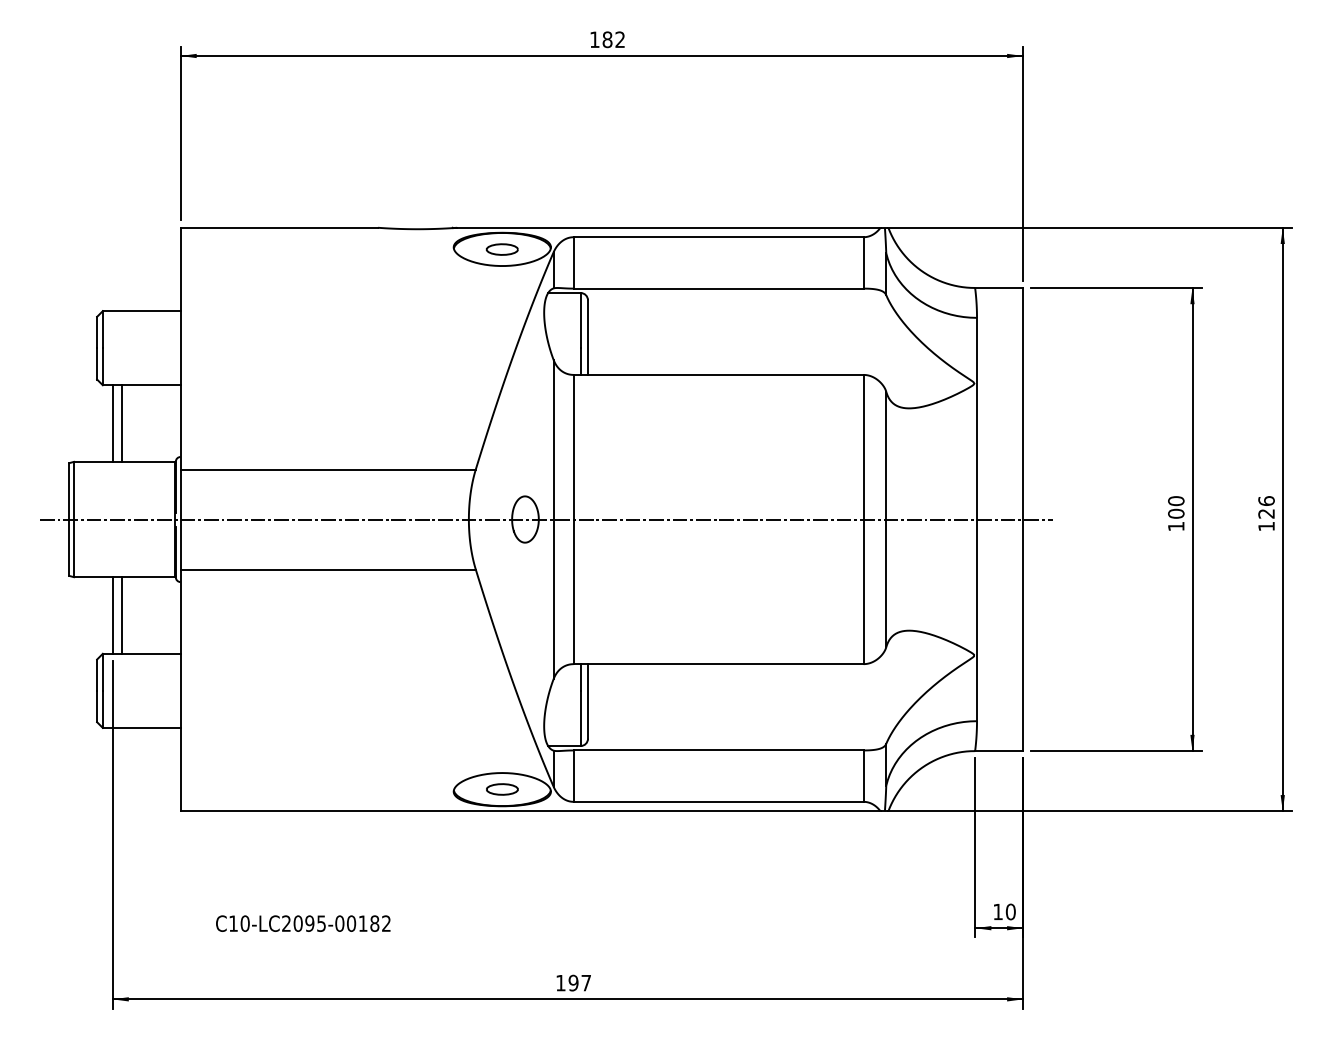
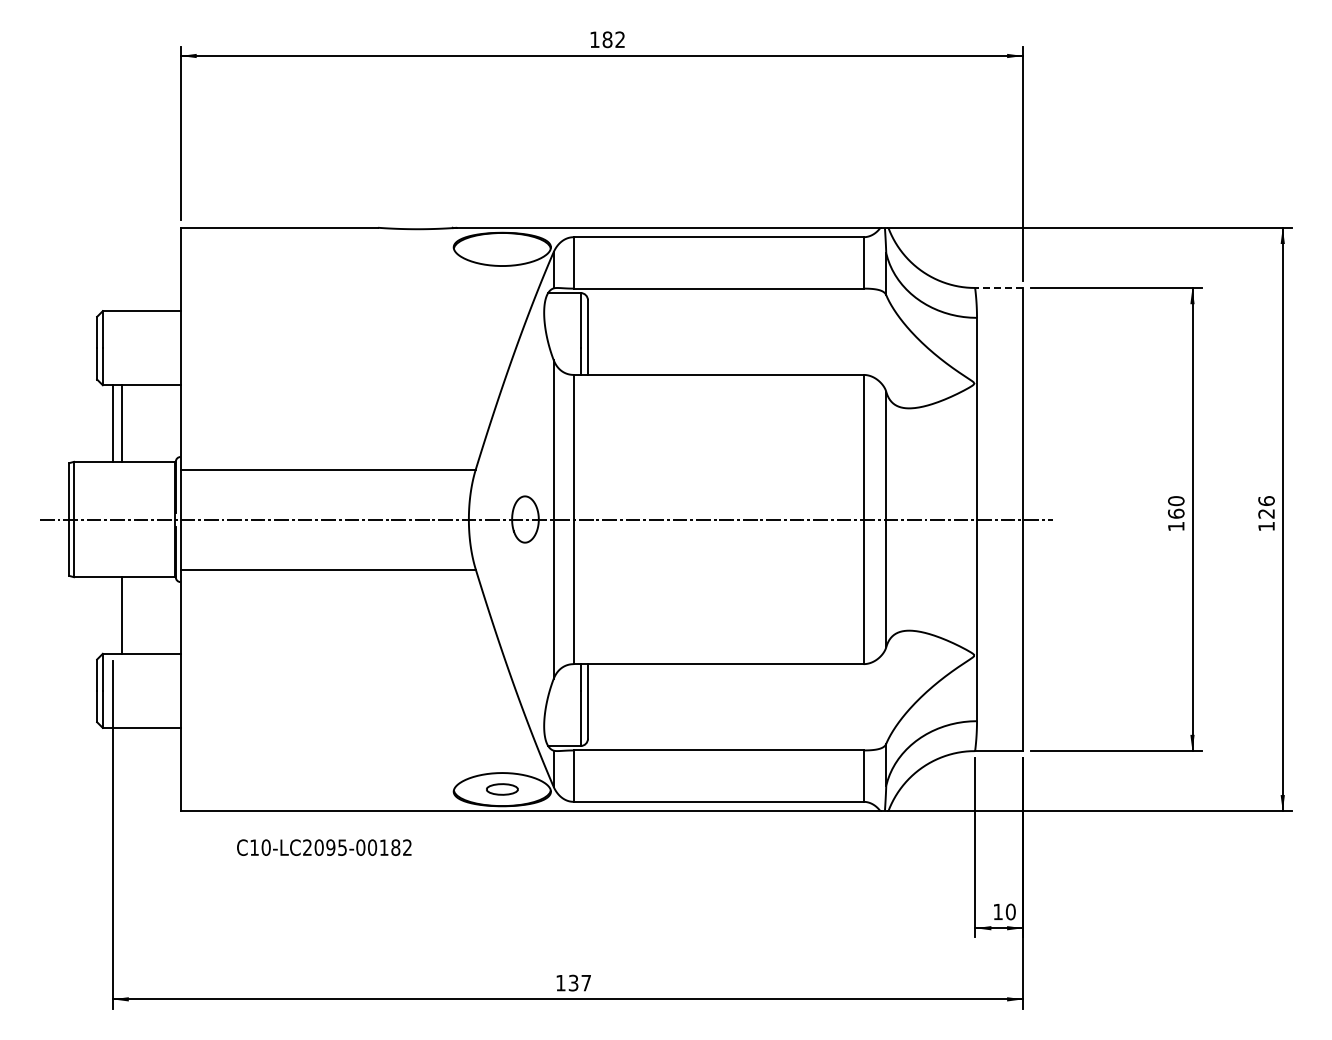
part at (501, 249): present -> none
line at (998, 287): solid -> dashed
text at (1176, 513): 100 -> 160
line at (112, 615): present -> none
text at (303, 923) position: (303, 923) -> (324, 847)
text at (573, 982): 197 -> 137
